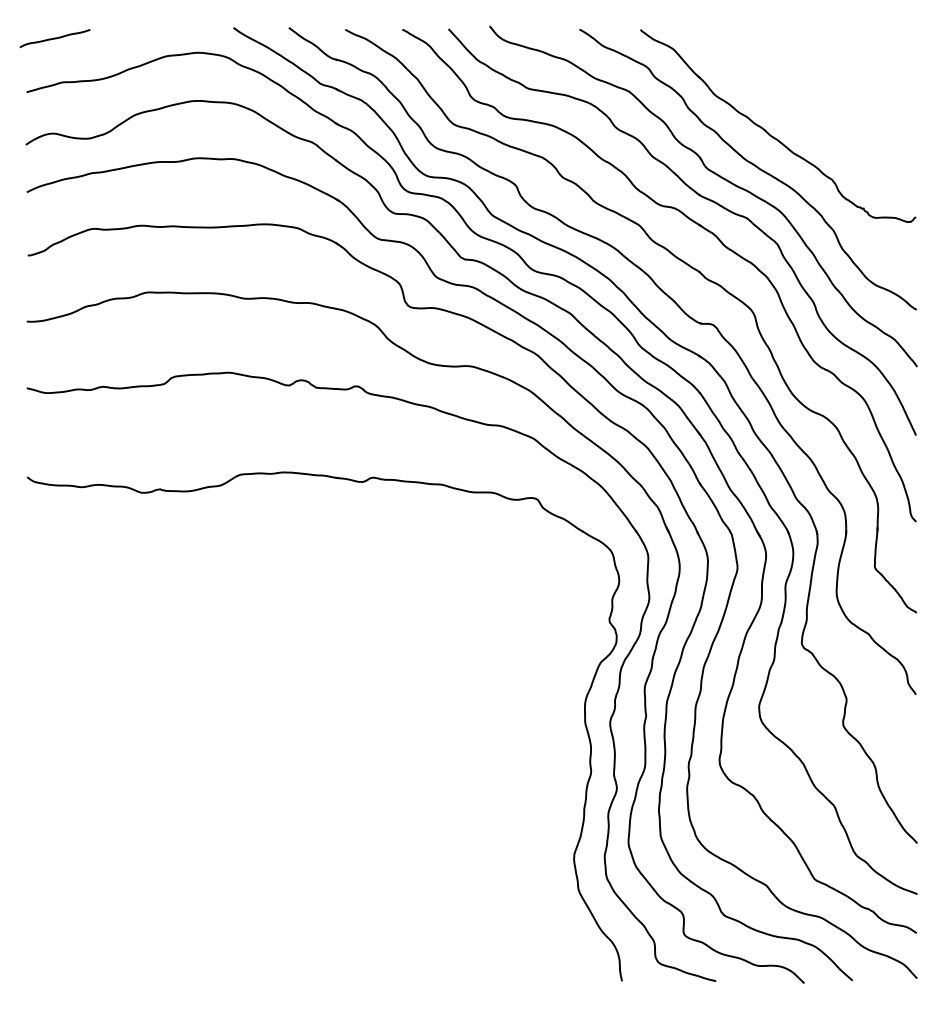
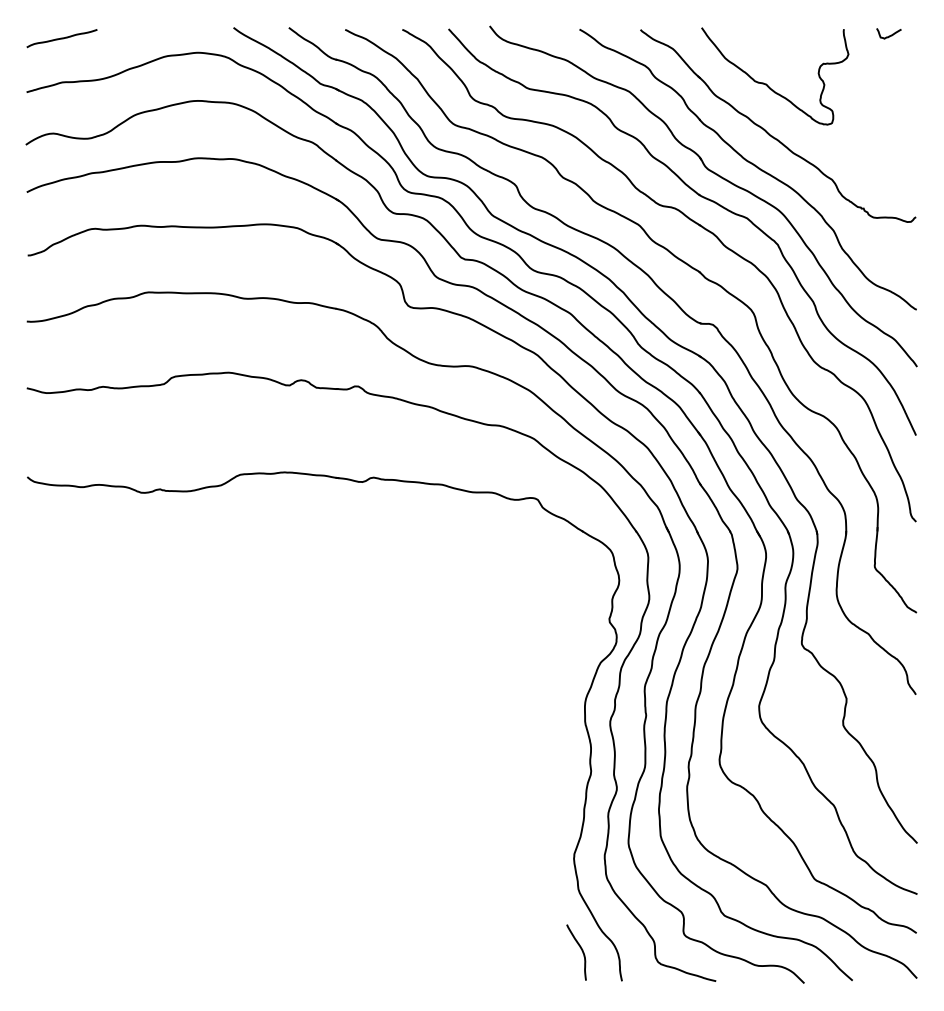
curve at (889, 35): none -> present
curve at (54, 38) position: (54, 38) -> (61, 38)
curve at (767, 84): none -> present
curve at (580, 949): none -> present
